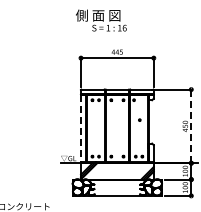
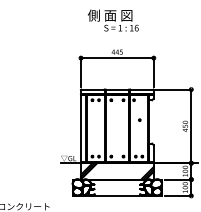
text at (101, 20) position: (101, 20) -> (113, 20)
line at (191, 126): dashed -> solid
line at (81, 128): dashed -> solid
